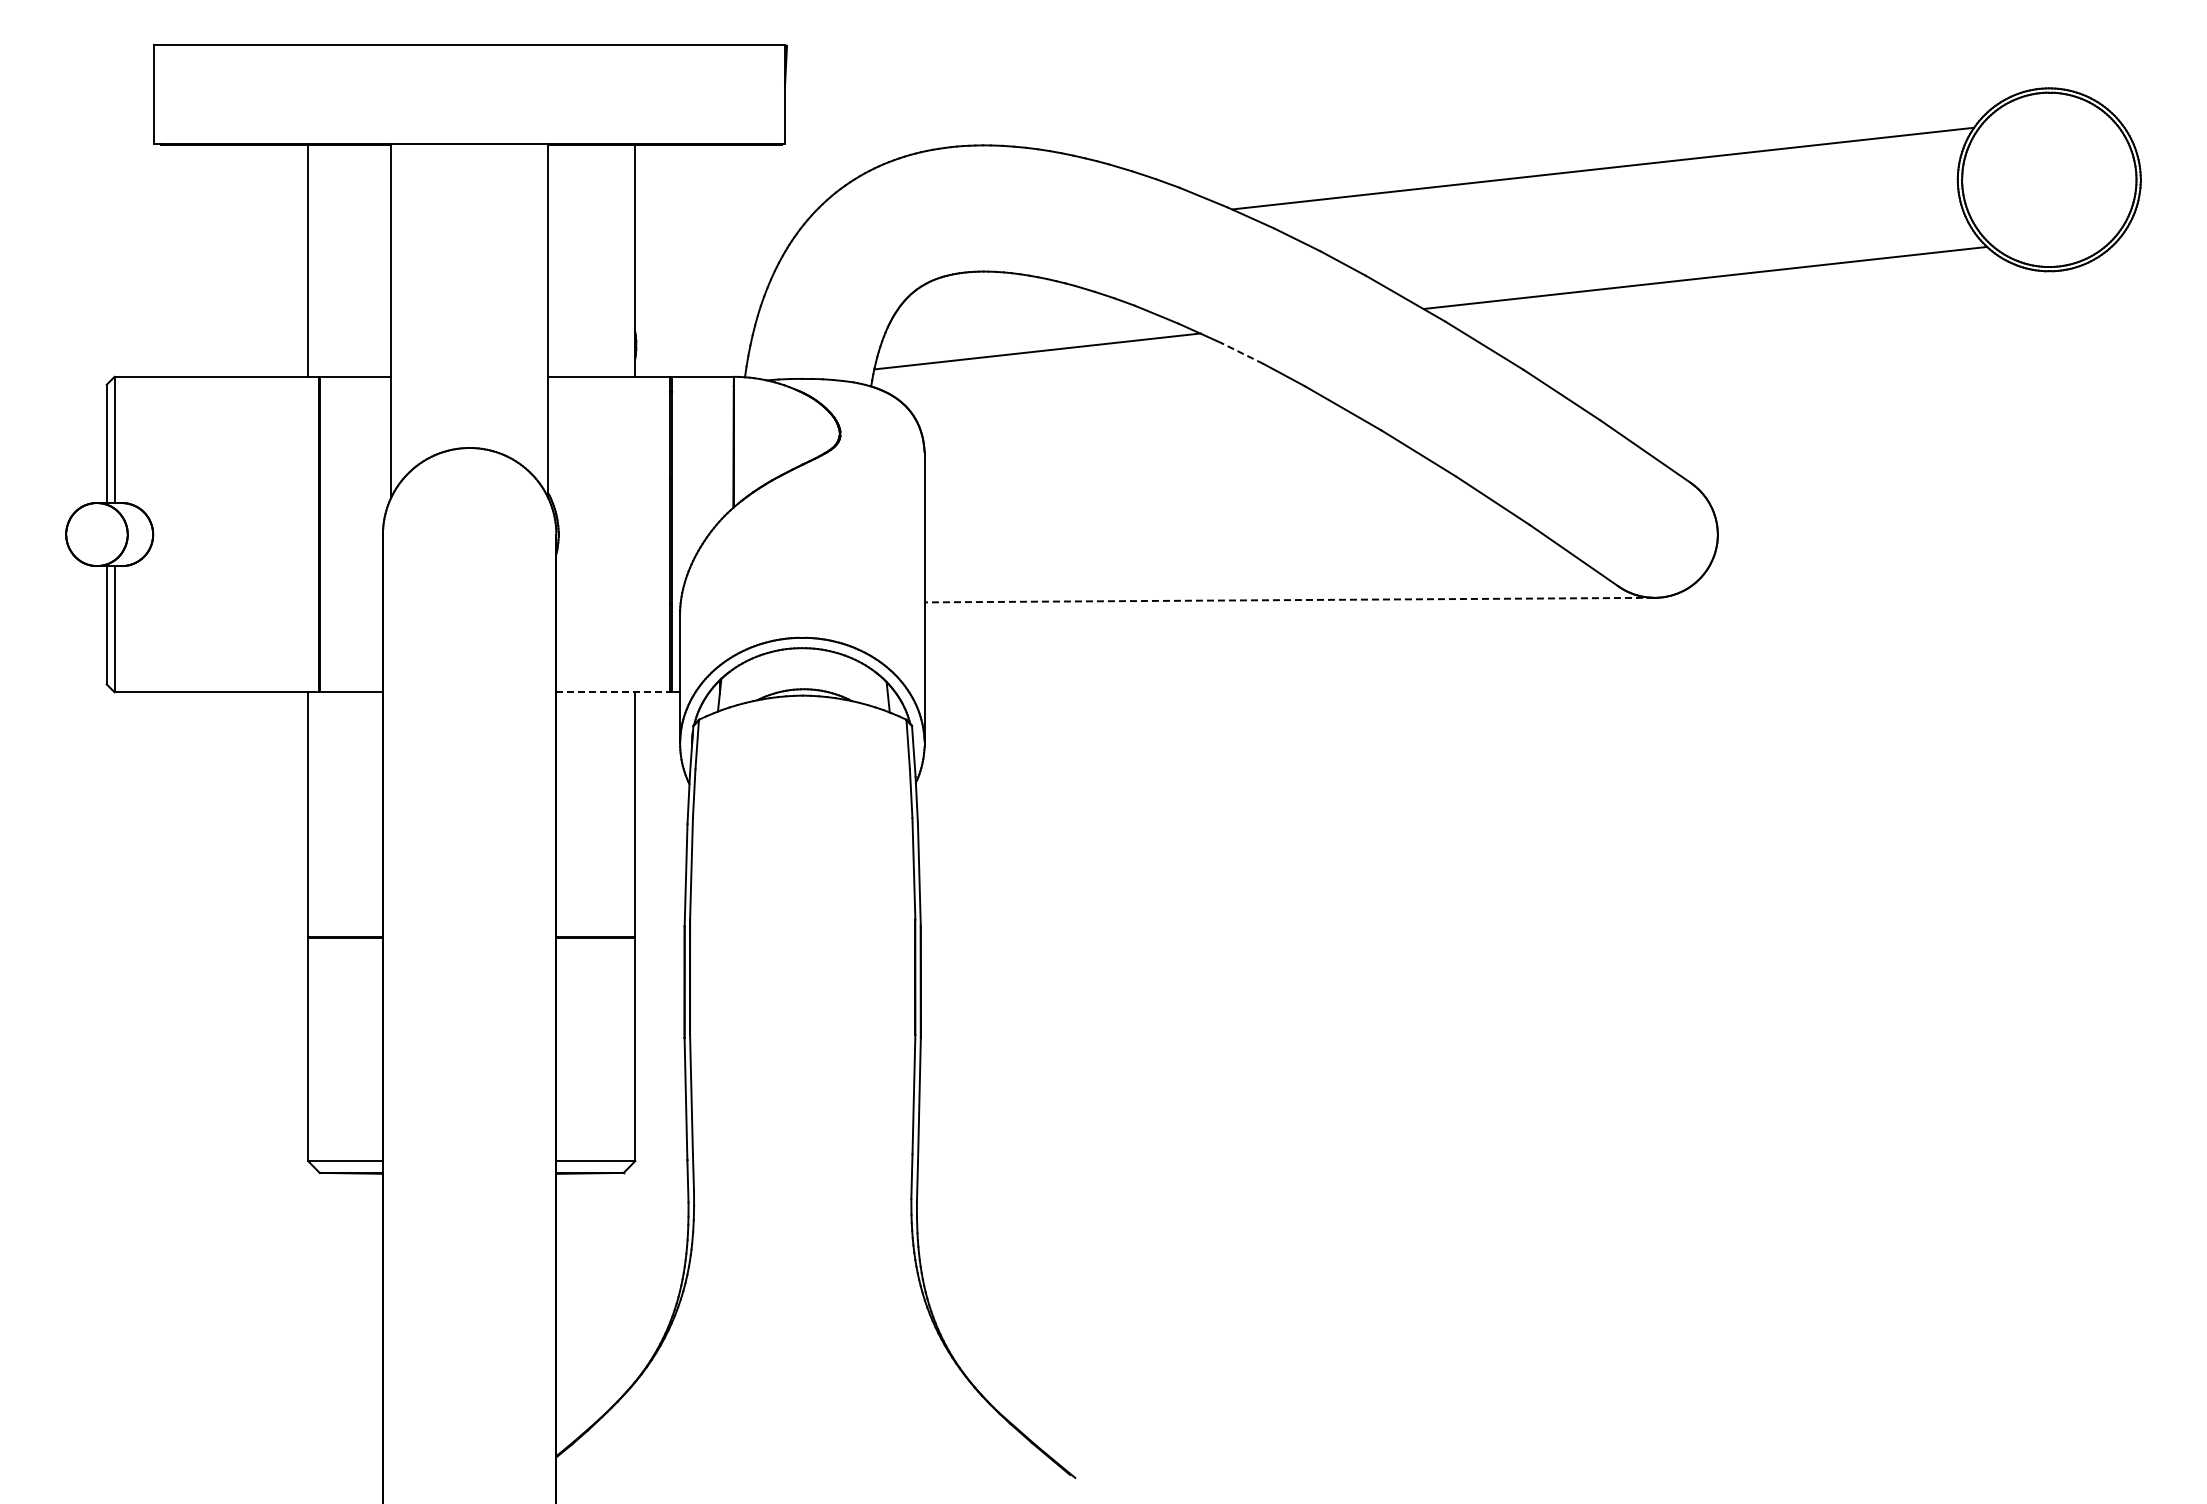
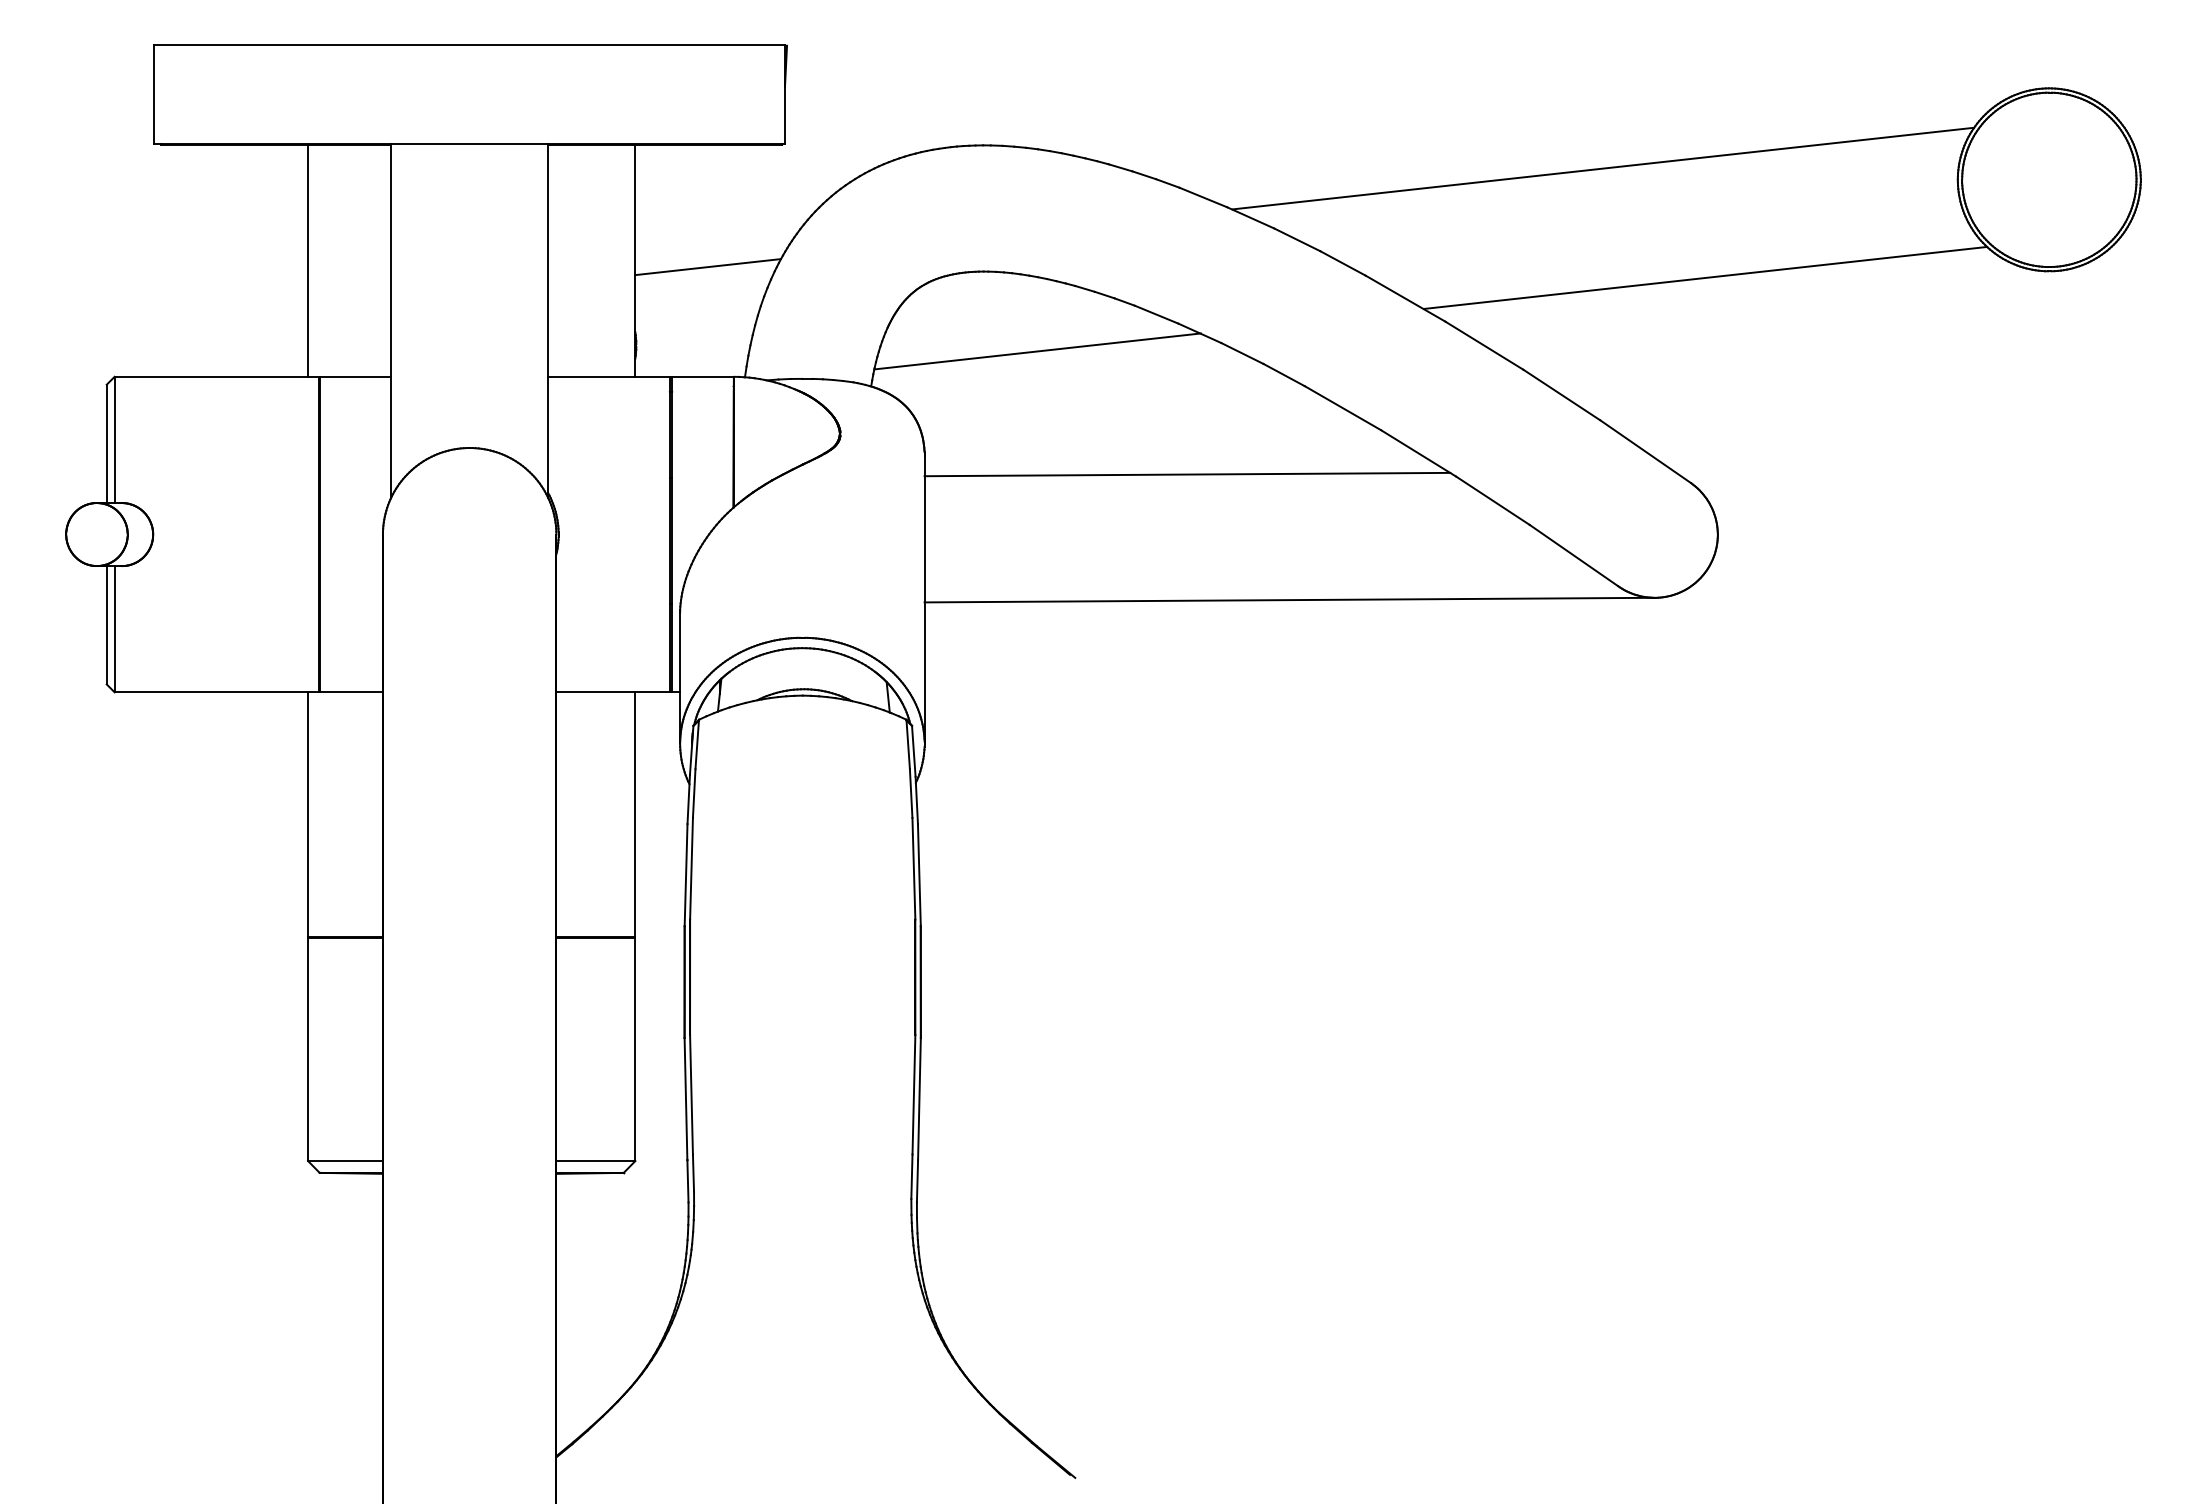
line at (707, 267): none -> present
line at (1242, 353): dashed -> solid
line at (1187, 474): none -> present
line at (1289, 600): dashed -> solid
line at (613, 692): dashed -> solid
